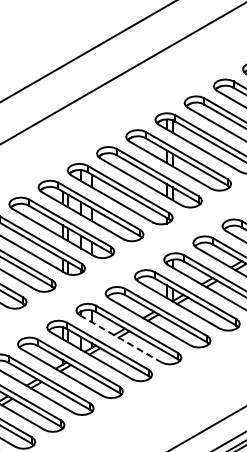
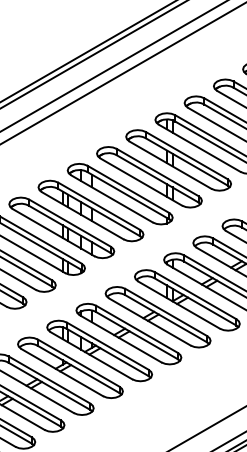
line at (93, 54): none -> present
line at (113, 66): none -> present
line at (121, 339): dashed -> solid
